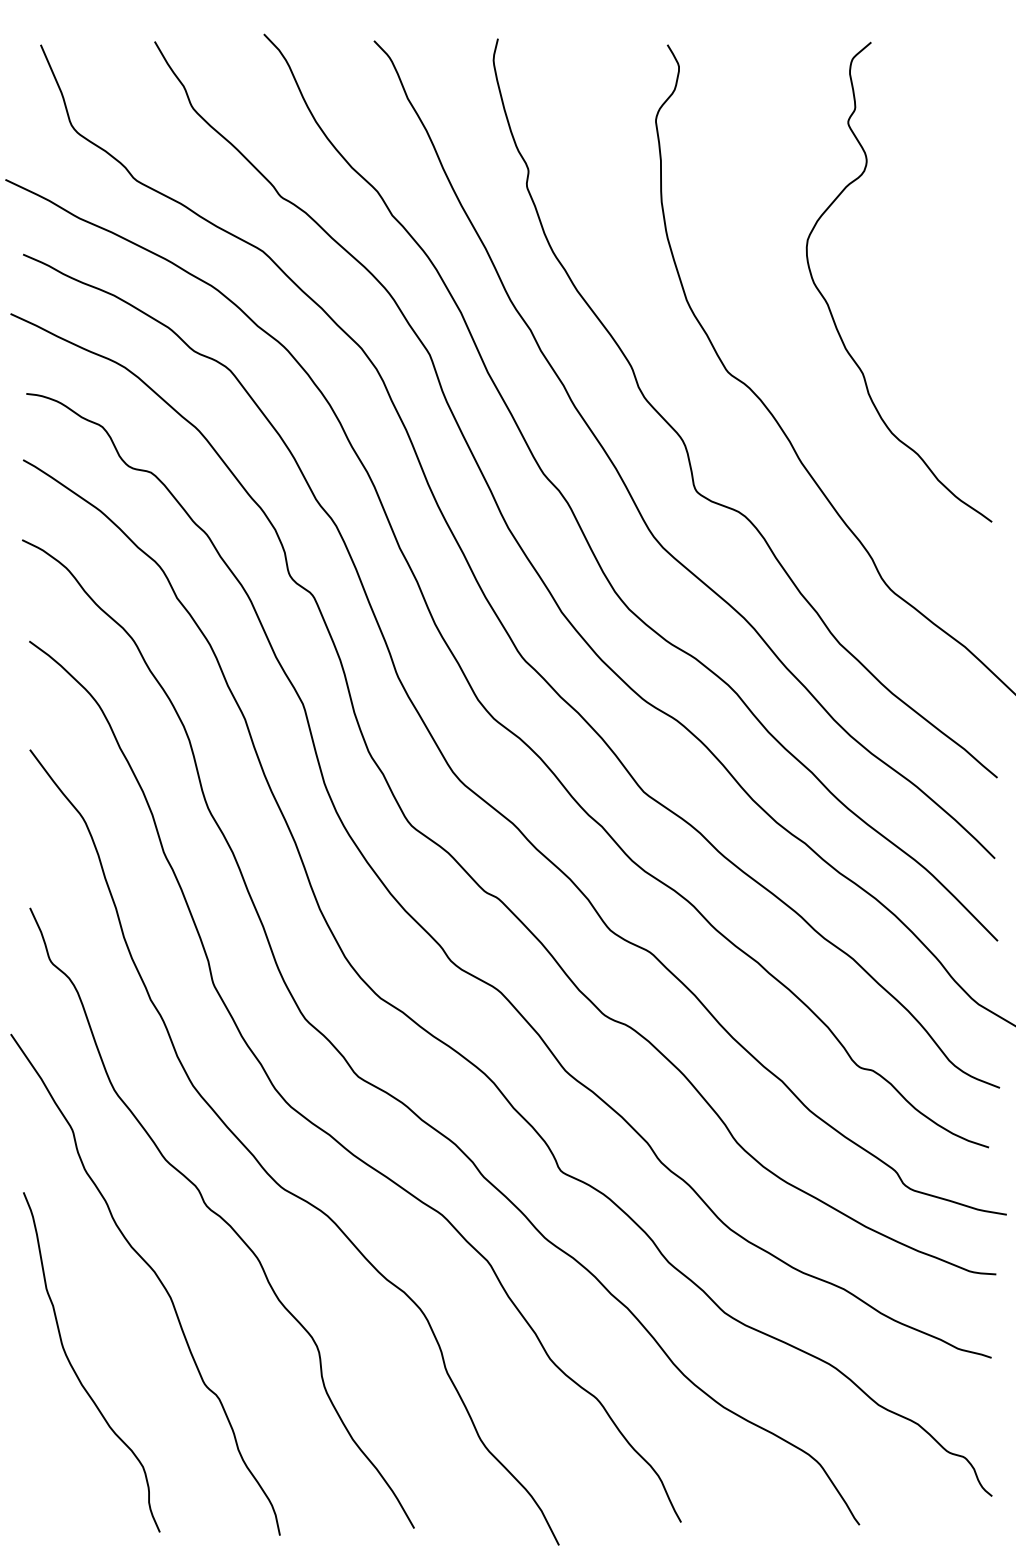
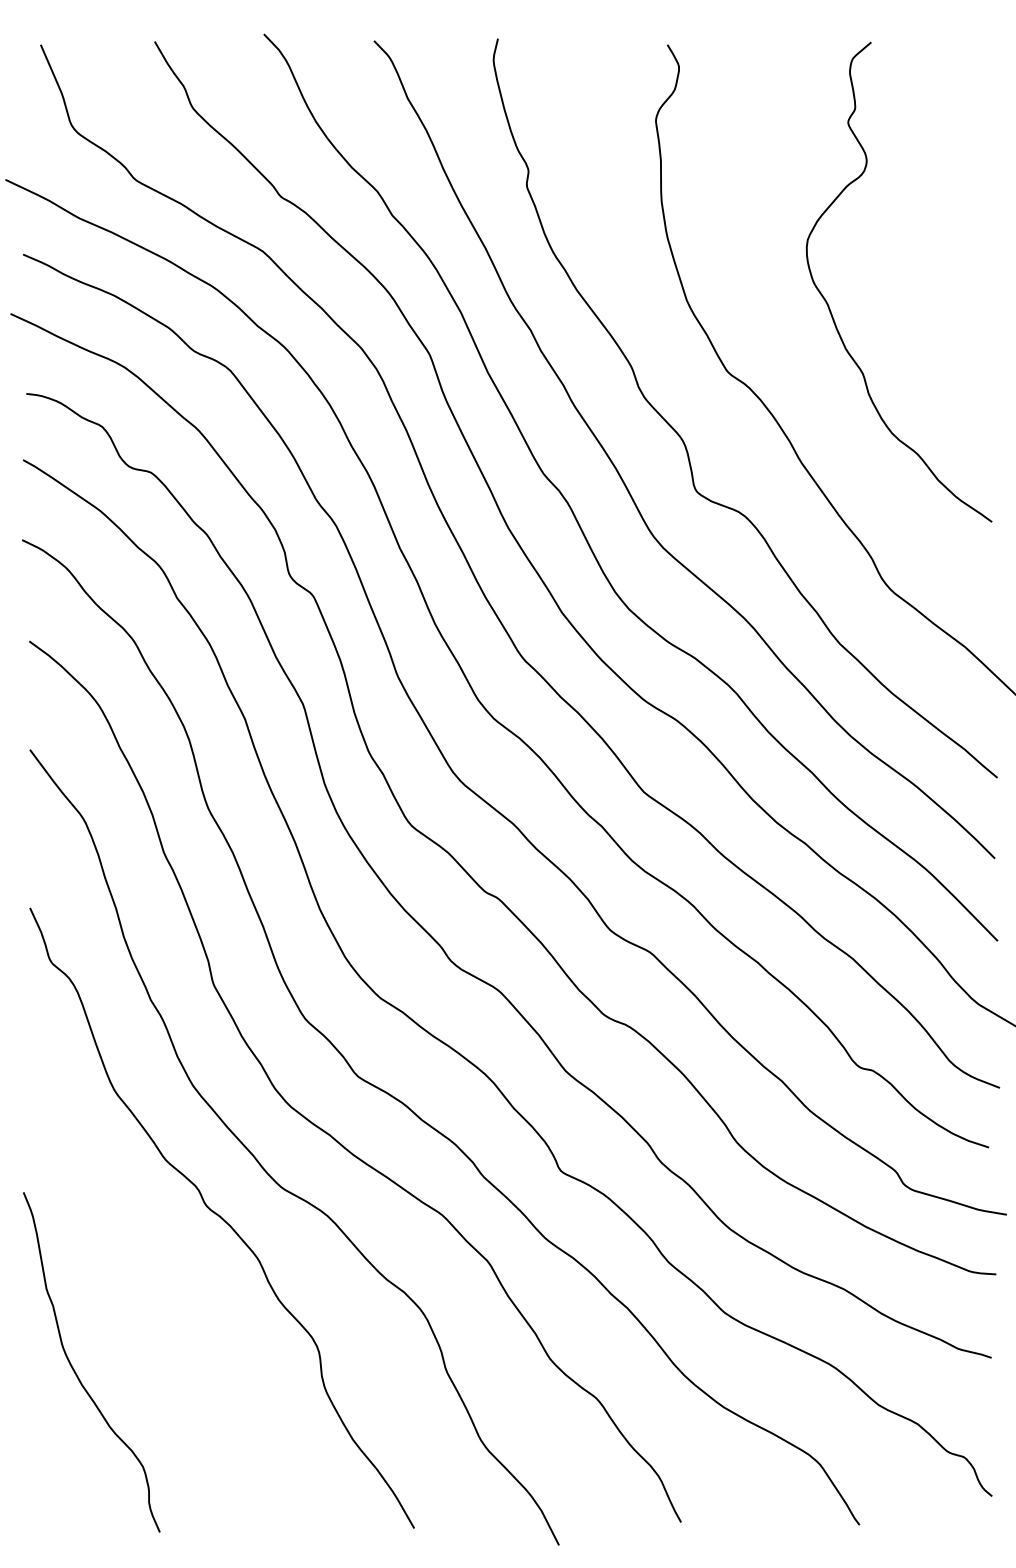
curve at (157, 1278): present -> none
